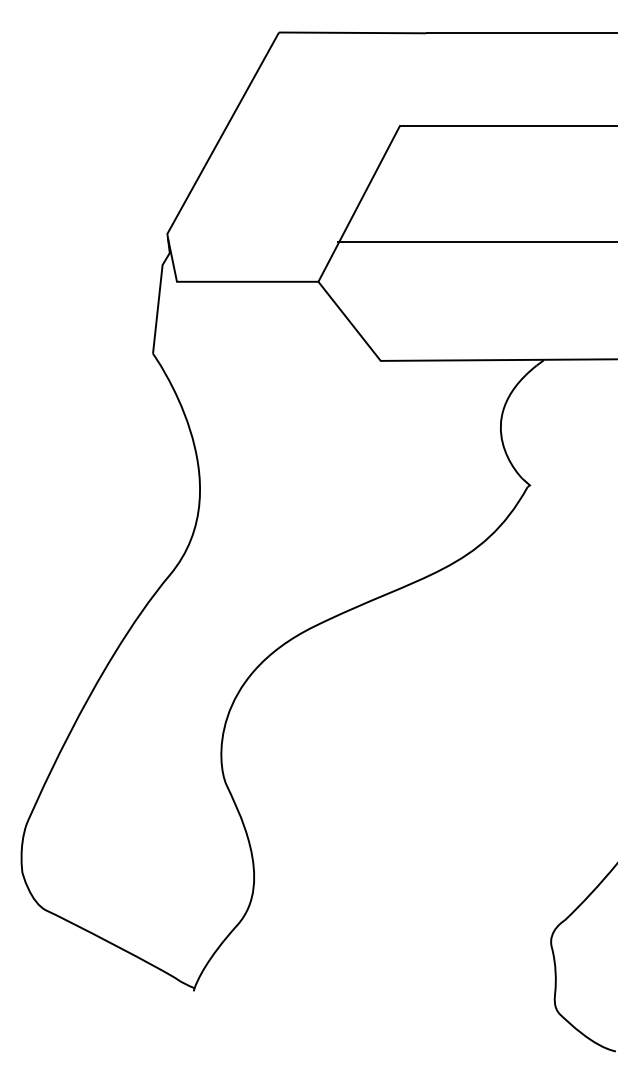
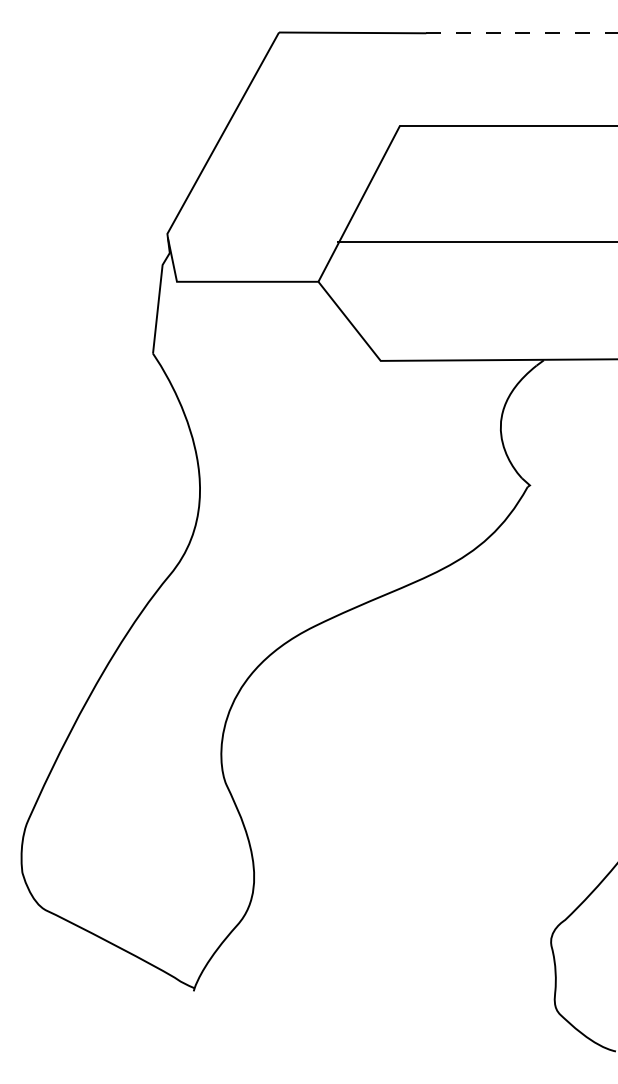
line at (522, 33): solid -> dashed
